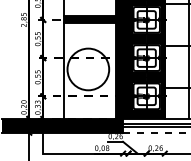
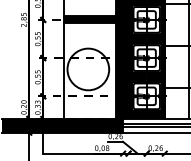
line at (156, 132): dashed -> solid
